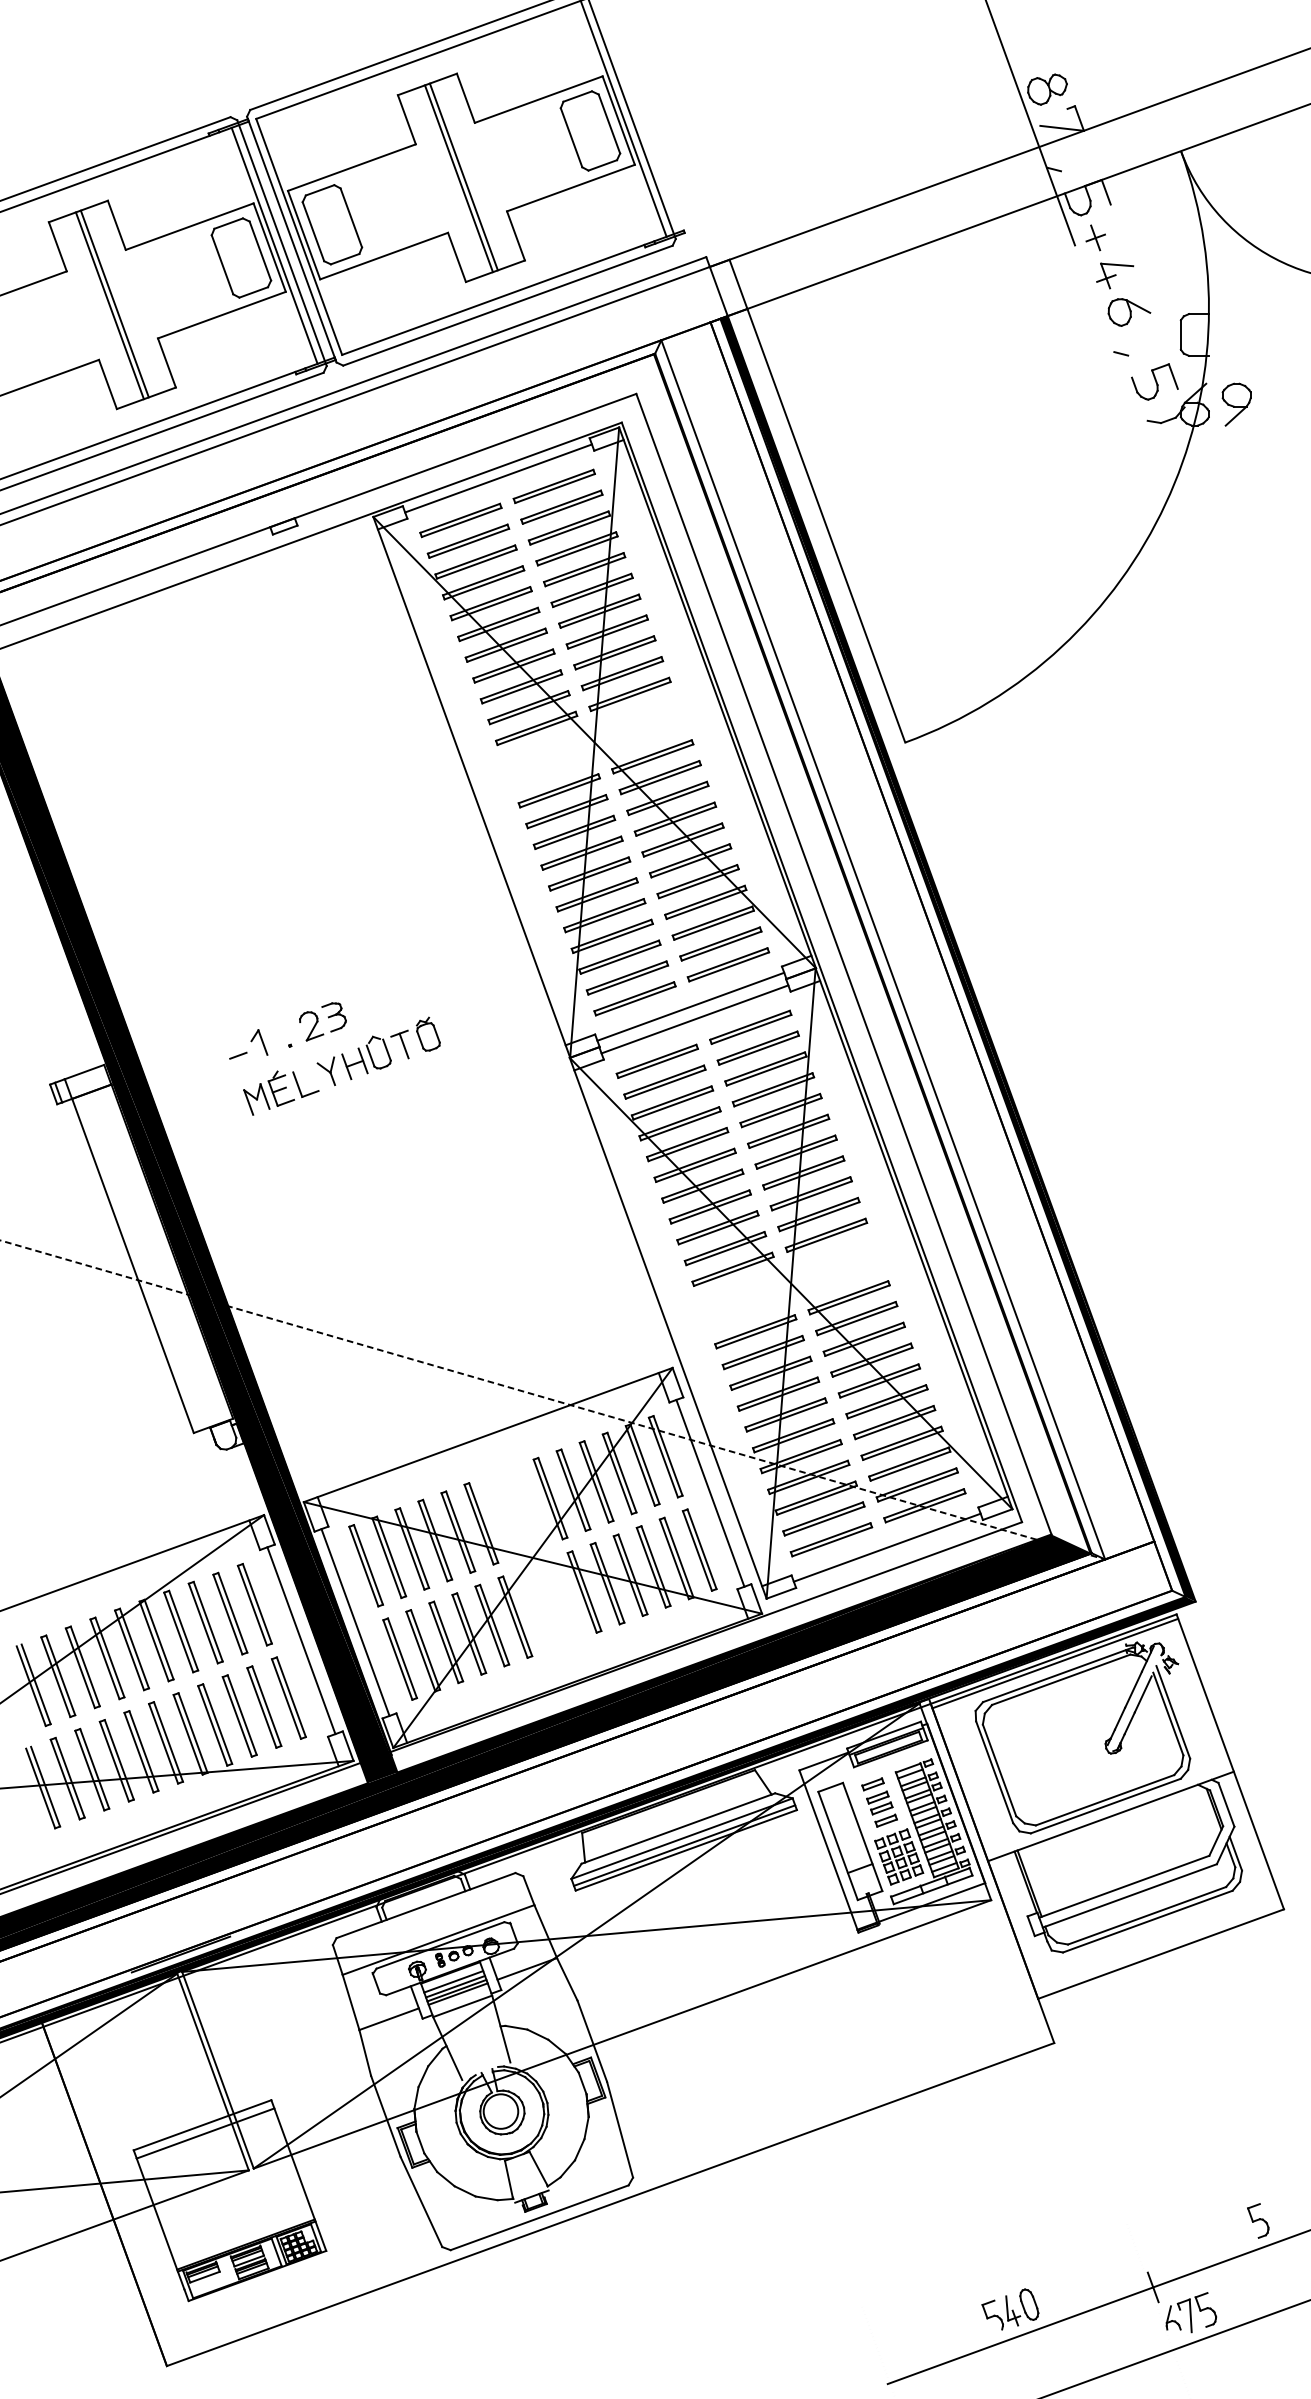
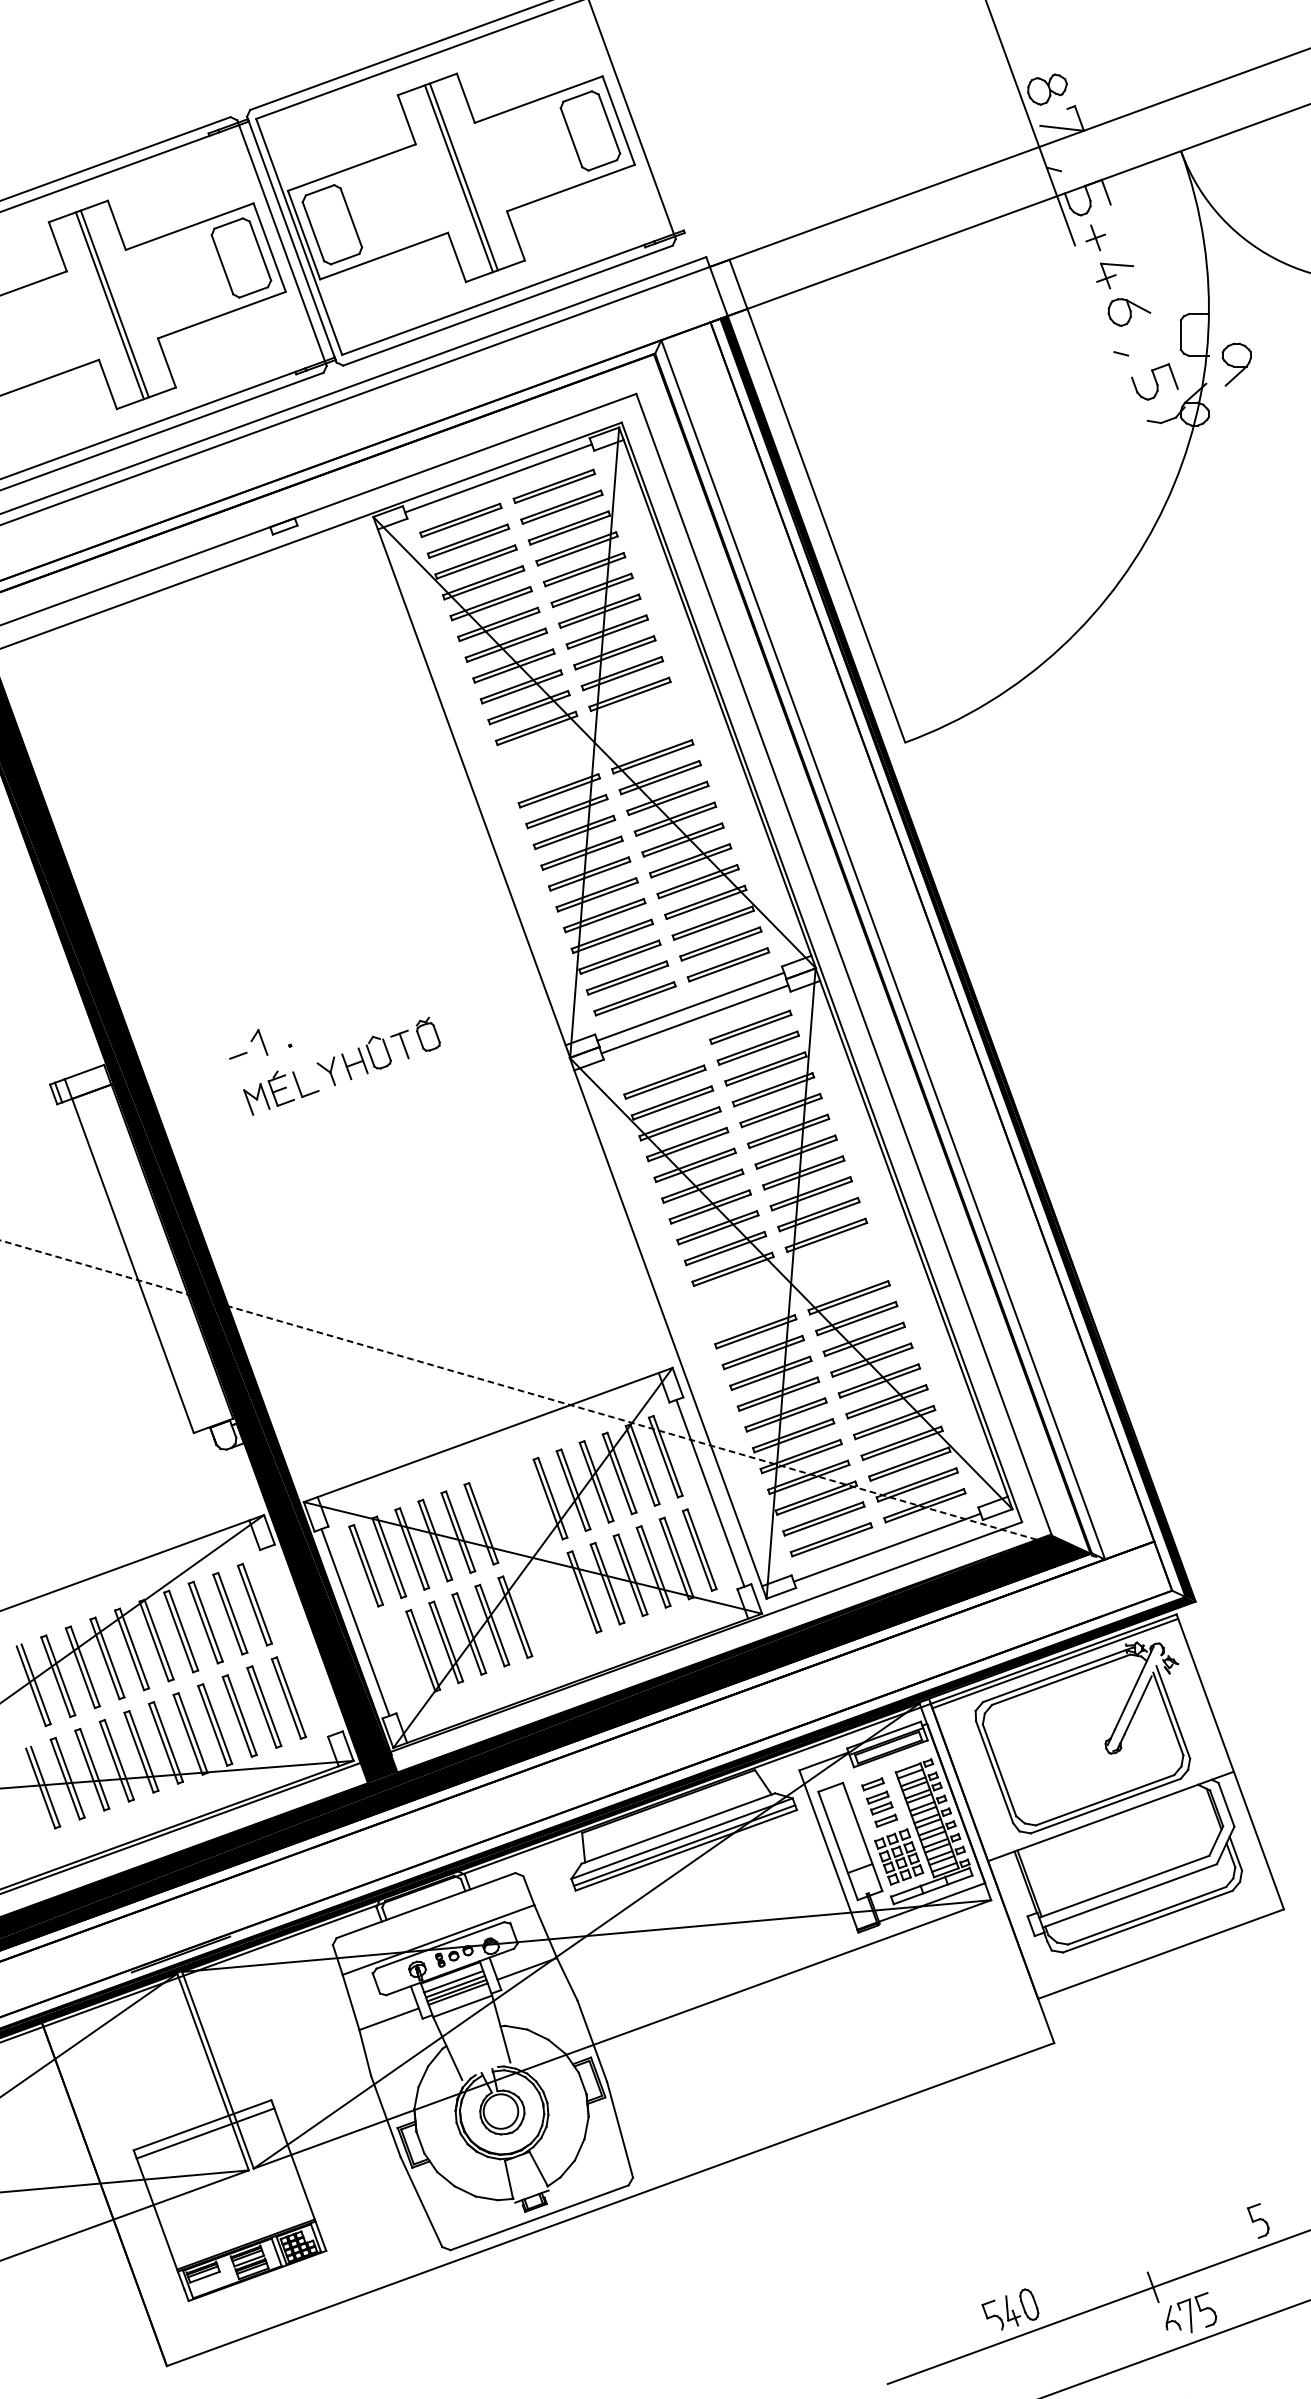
line at (623, 119): present -> none
line at (274, 245): present -> none
part at (1236, 404) position: (1236, 404) -> (1236, 364)
part at (322, 1021): present -> none
part at (656, 1060): present -> none
line at (301, 1640): present -> none
part at (400, 1658): present -> none
